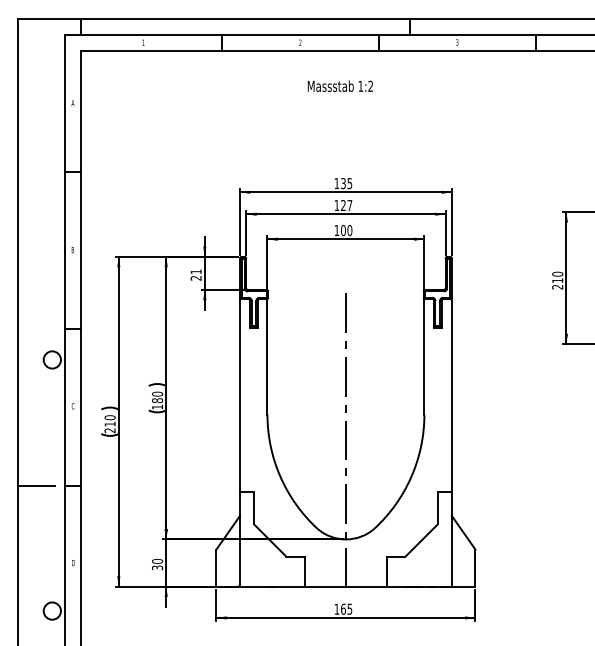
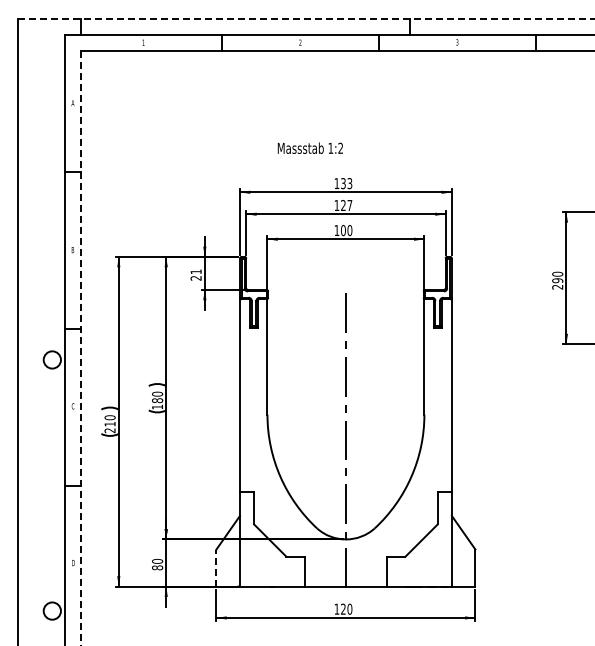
line at (306, 19): solid -> dashed
text at (339, 85) position: (339, 85) -> (309, 147)
text at (349, 183): 135 -> 133
text at (557, 280): 210 -> 290
line at (80, 348): solid -> dashed
line at (36, 485): present -> none
text at (157, 567): 30 -> 80
line at (216, 568): solid -> dashed
text at (346, 608): 165 -> 120
